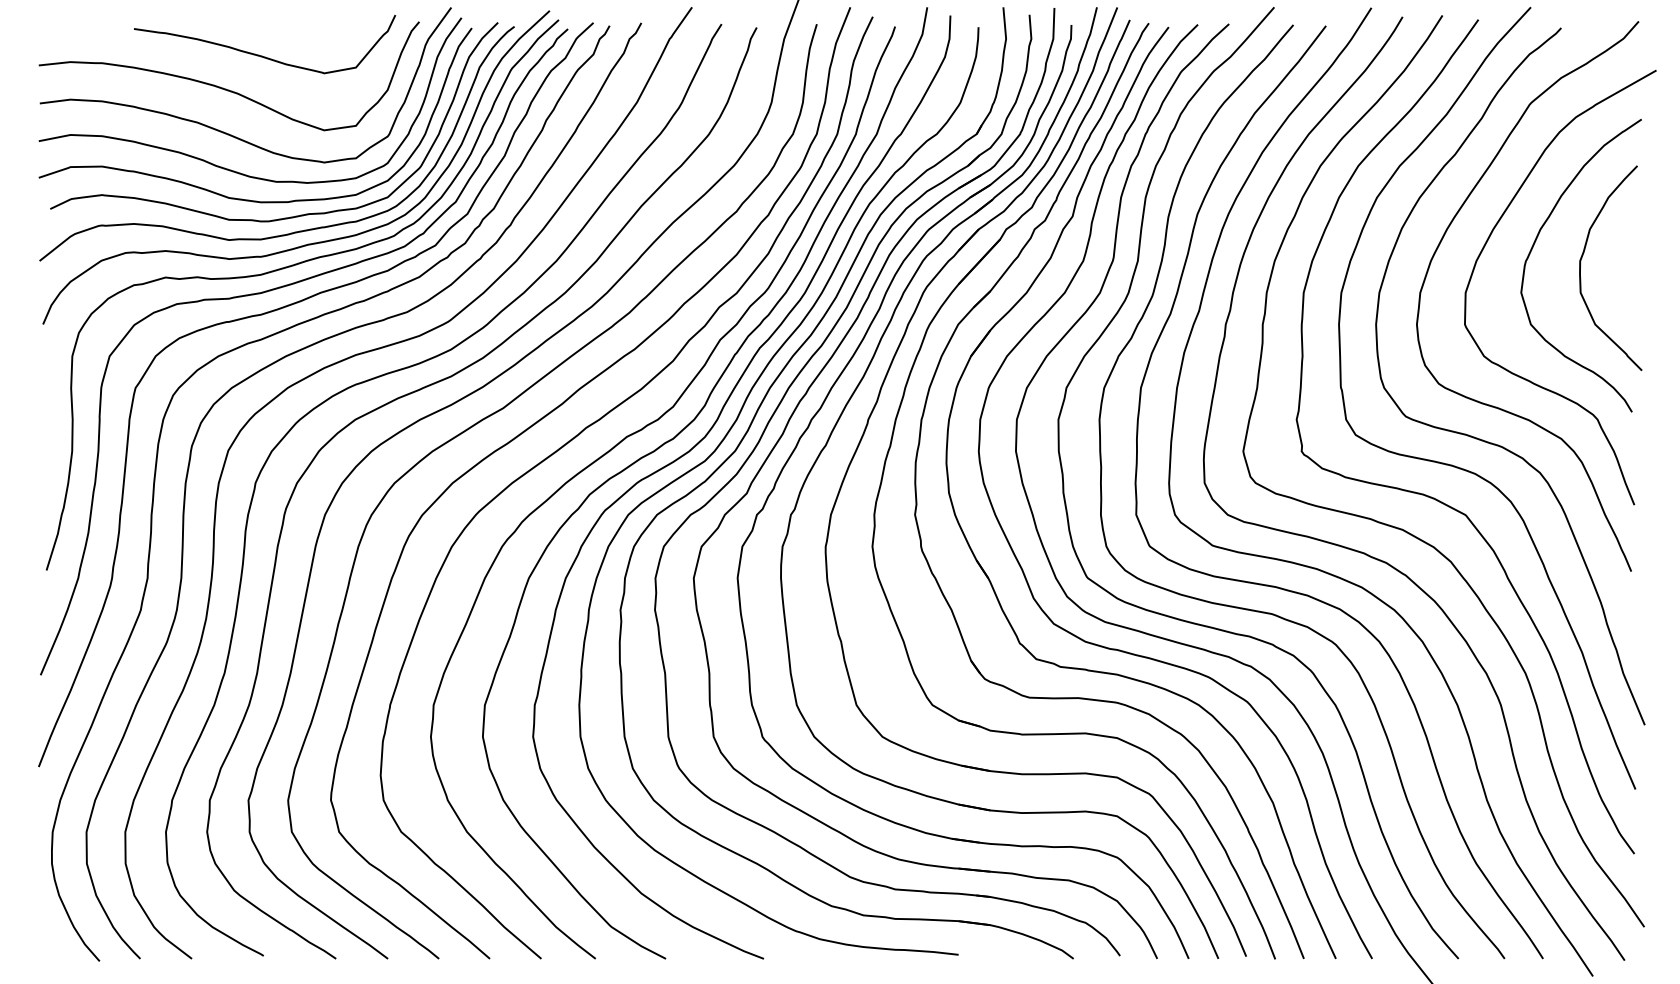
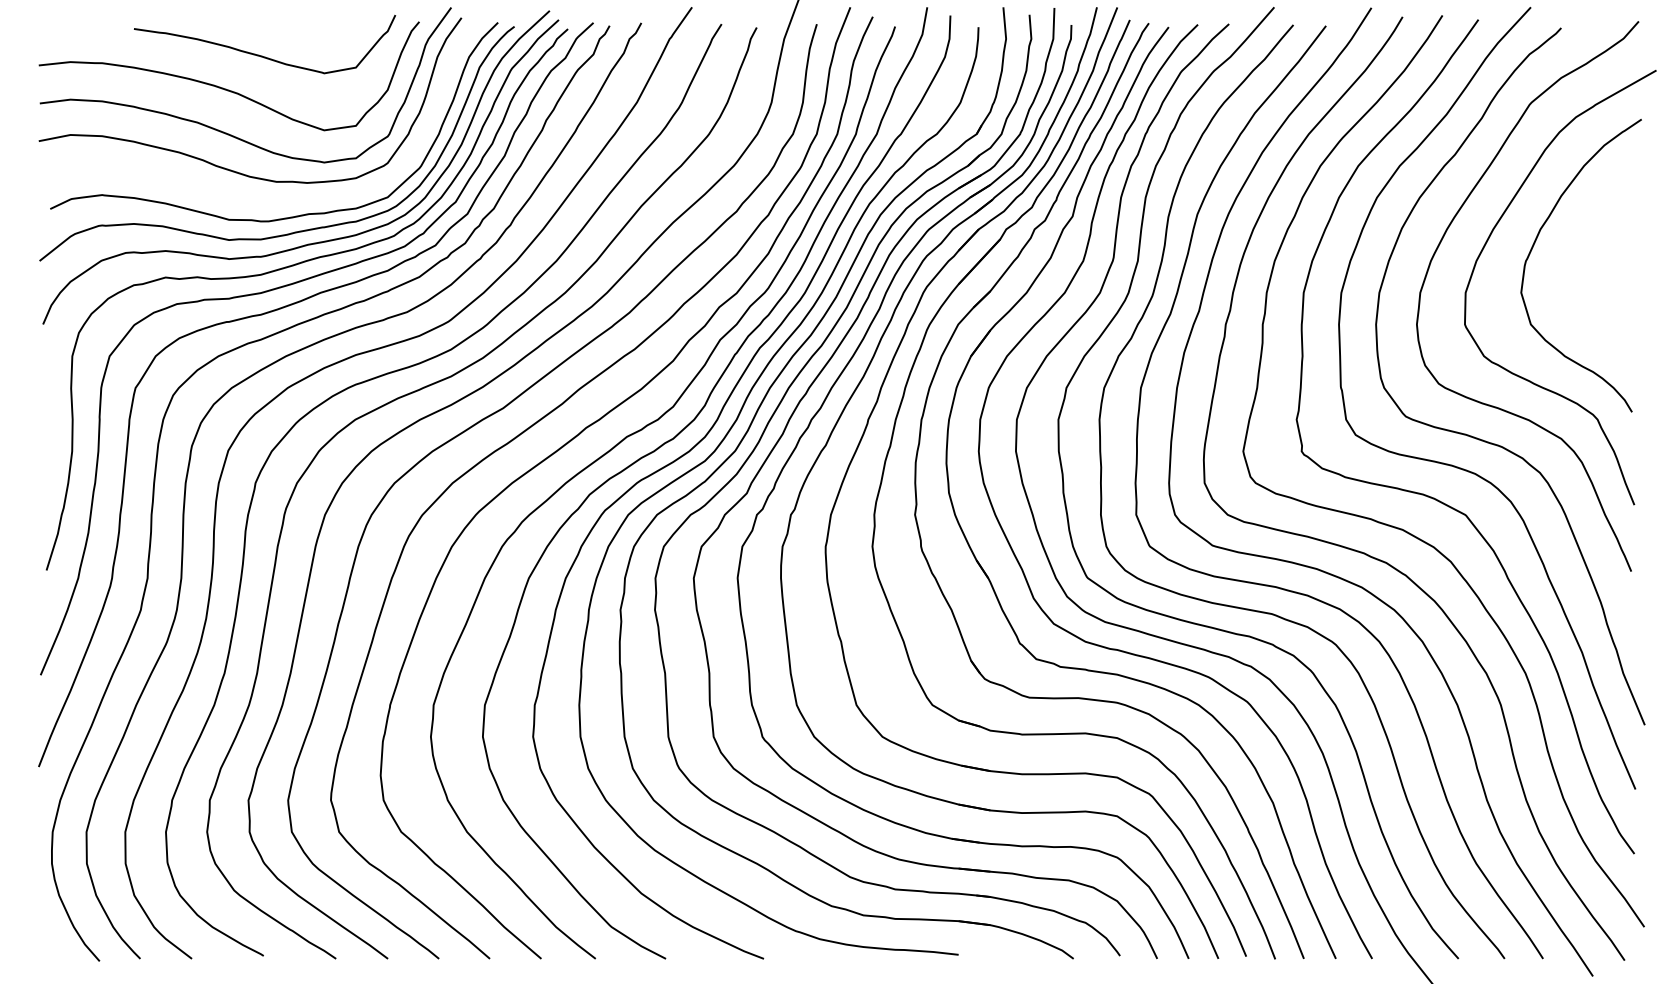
curve at (242, 198): present -> none
curve at (1581, 262): present -> none
